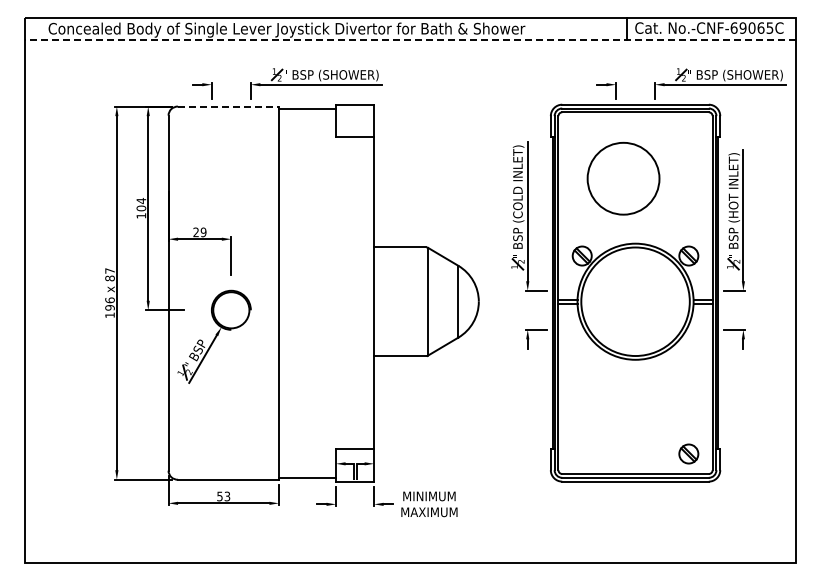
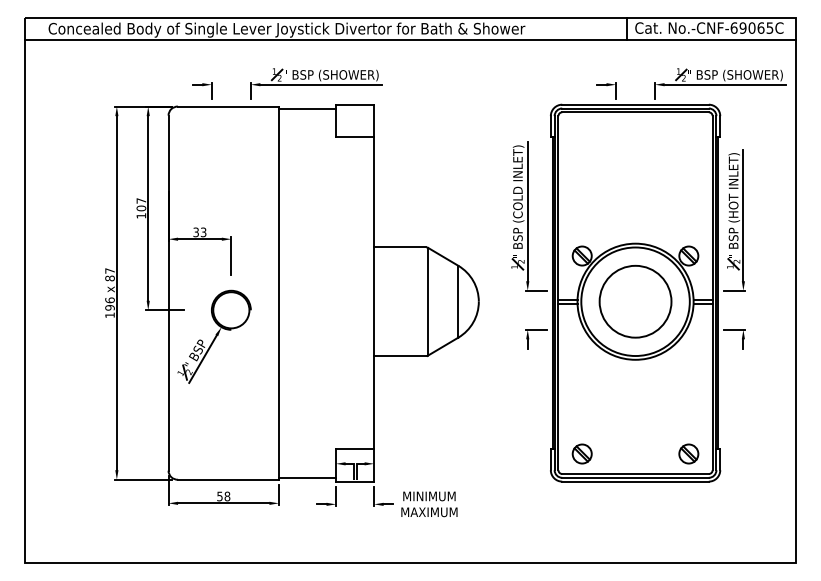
line at (410, 40): dashed -> solid
line at (229, 106): dashed -> solid
circle at (623, 178) position: (623, 178) -> (635, 301)
text at (141, 201): 104 -> 107
text at (199, 232): 29 -> 33
part at (581, 453): none -> present
text at (227, 496): 53 -> 58
